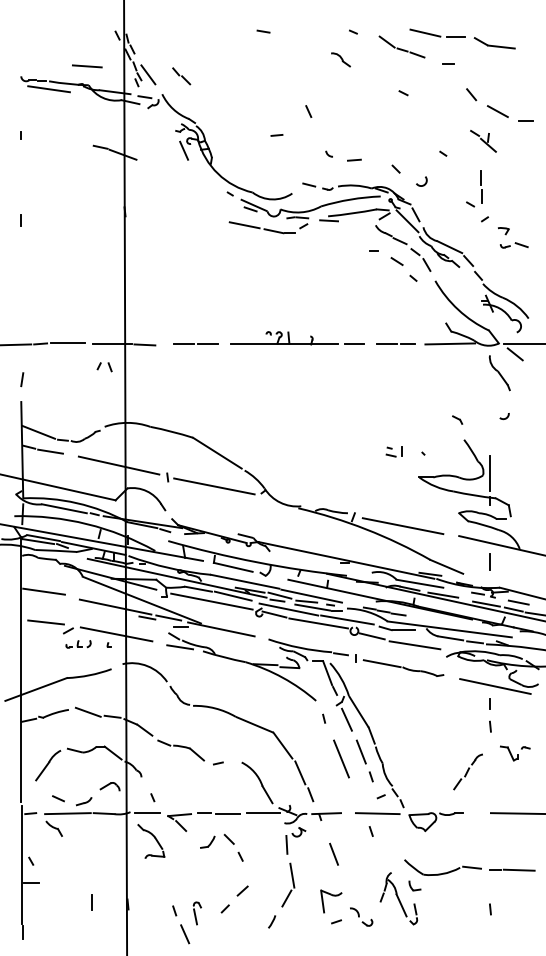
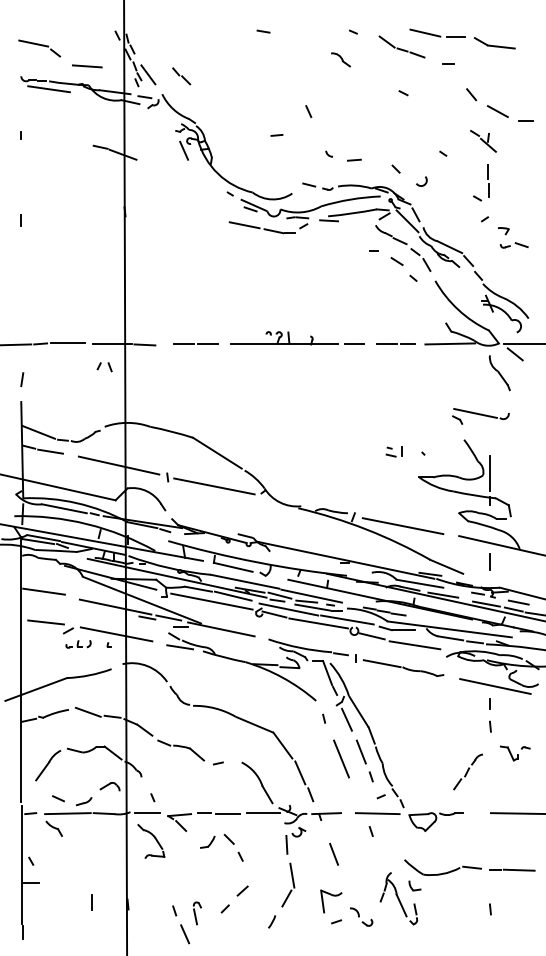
part at (39, 48): none -> present
part at (480, 185) position: (480, 185) -> (487, 179)
line at (475, 412): none -> present
